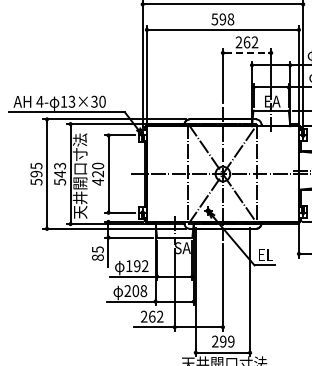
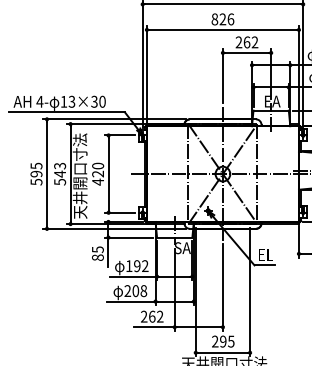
text at (222, 19): 598 -> 826
line at (247, 52): dashed -> solid
text at (231, 341): 299 -> 295
